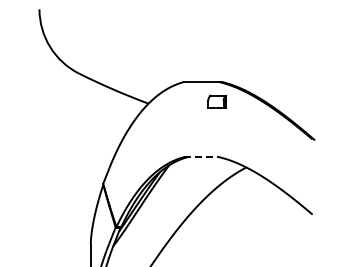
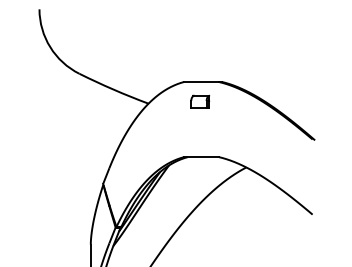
part at (217, 101) position: (217, 101) -> (200, 101)
line at (202, 157): dashed -> solid
